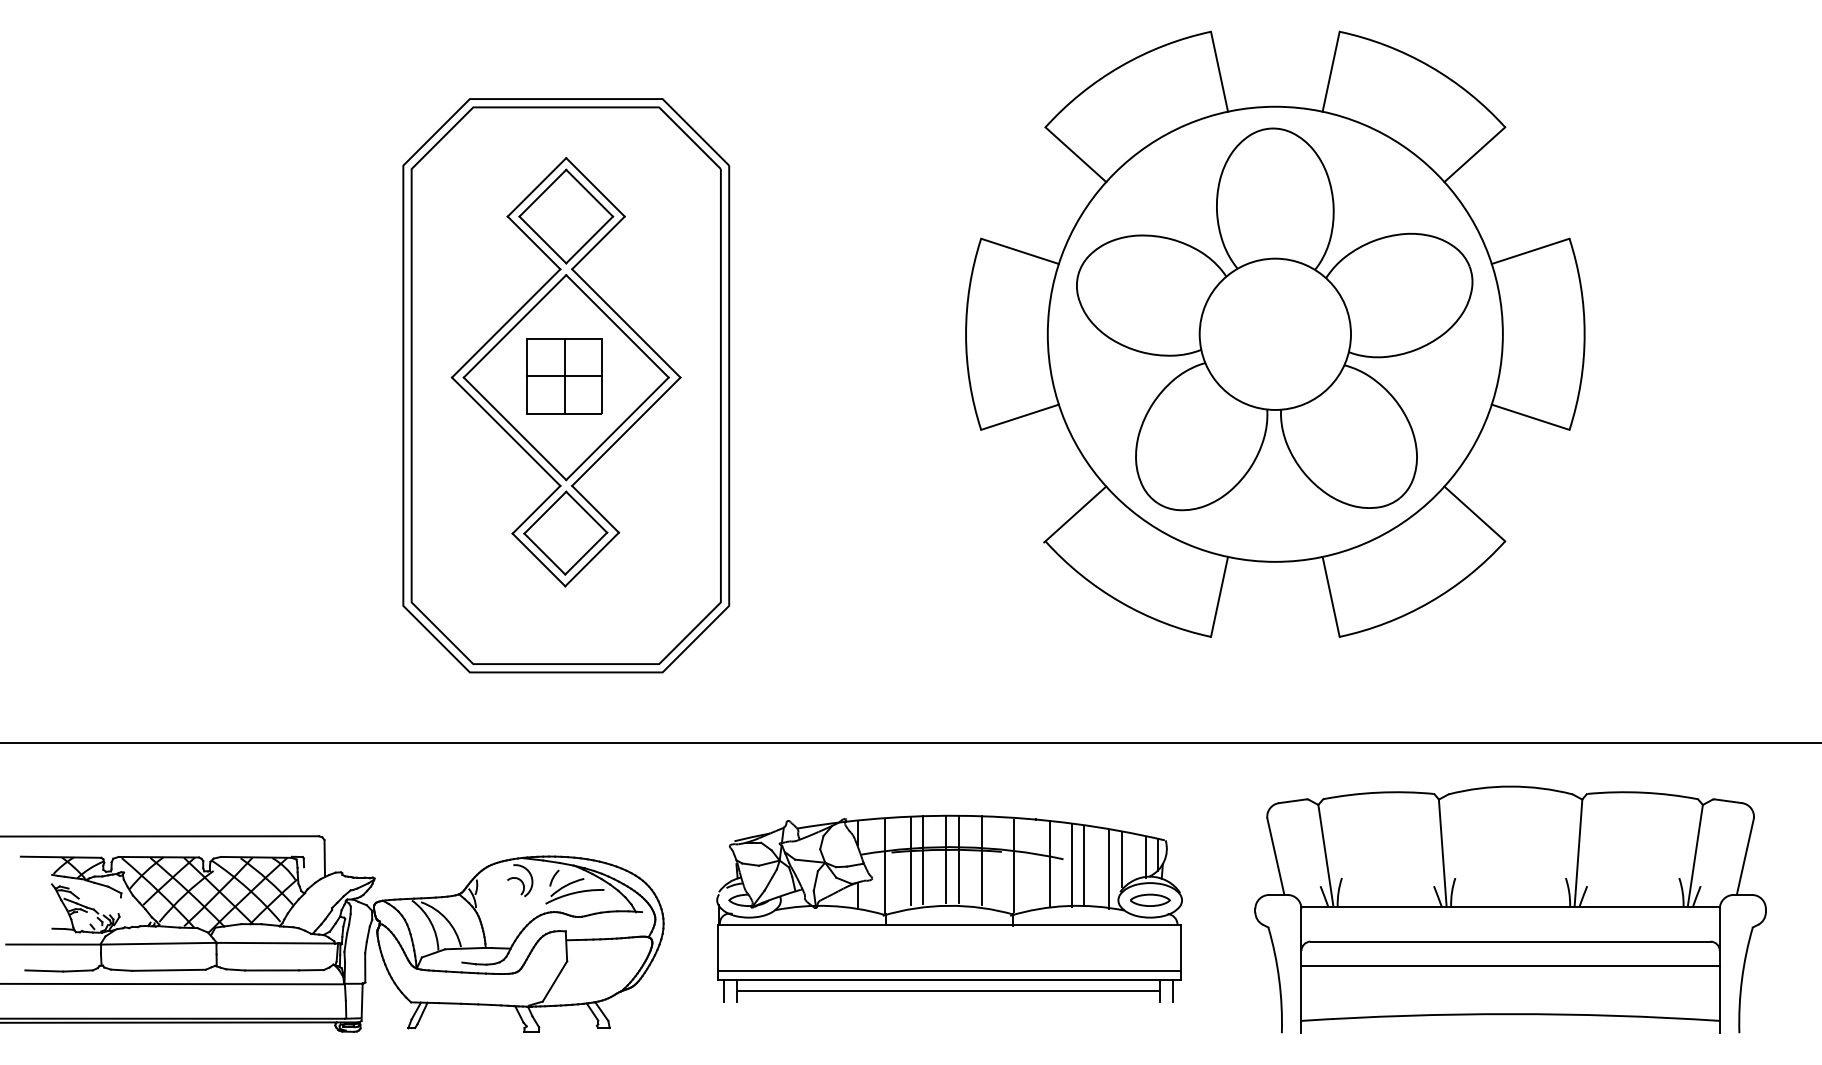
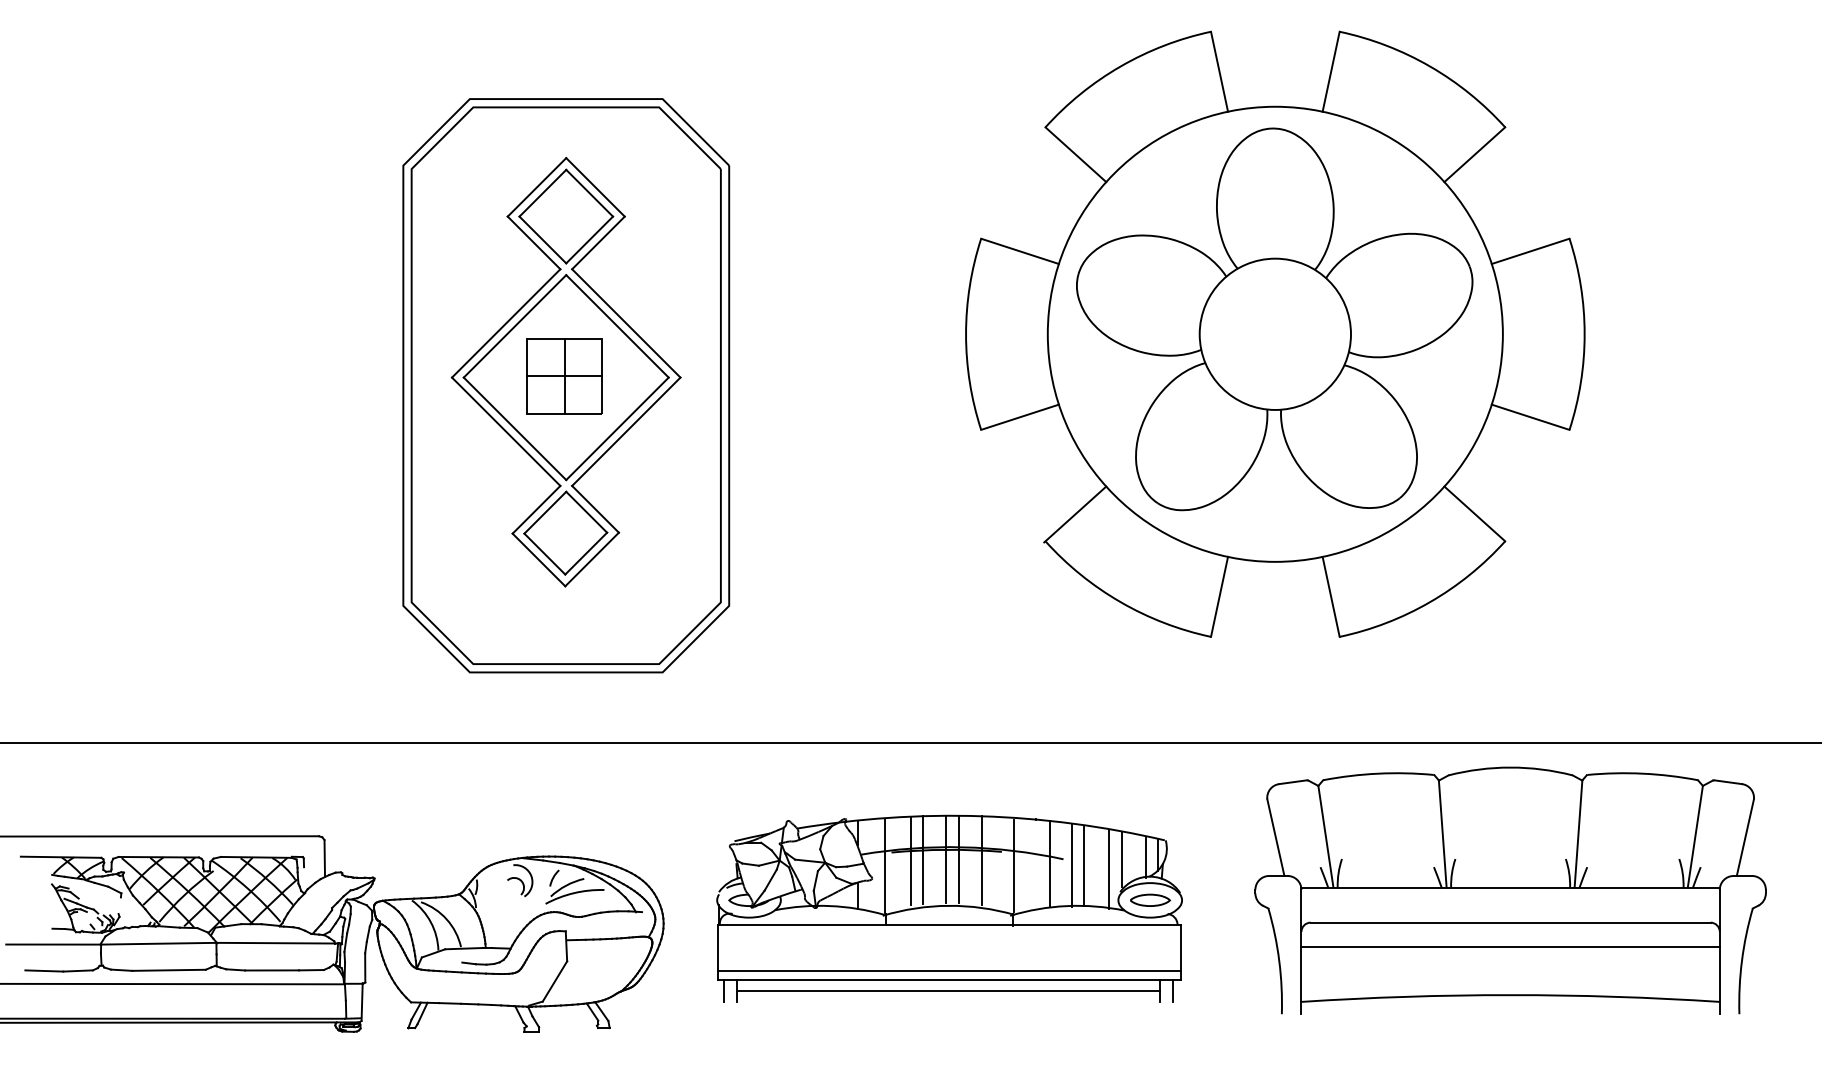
part at (1510, 909) position: (1510, 909) -> (1510, 890)
